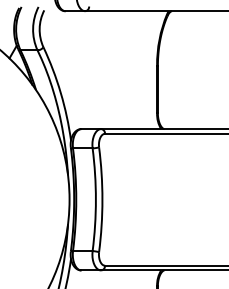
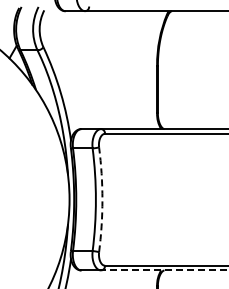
arc at (102, 199): solid -> dashed
line at (164, 270): solid -> dashed
